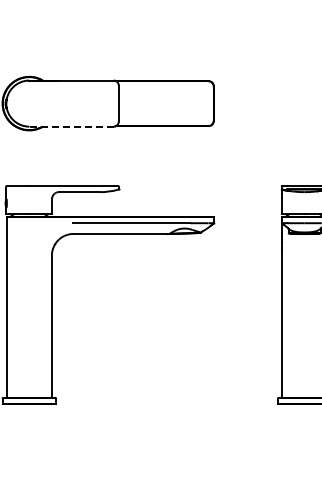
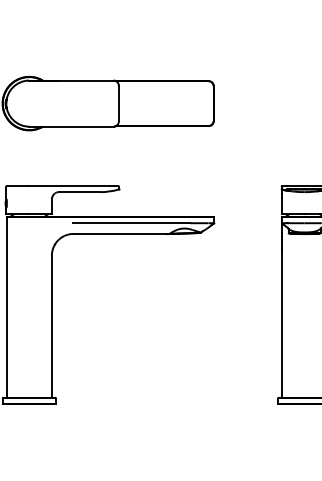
line at (70, 126): dashed -> solid
